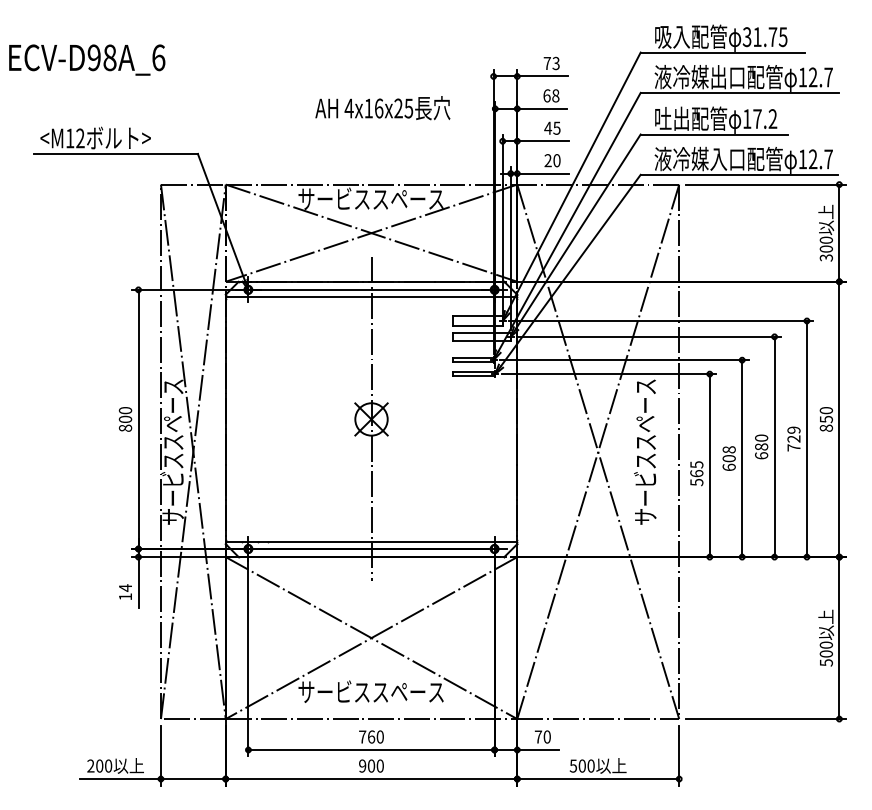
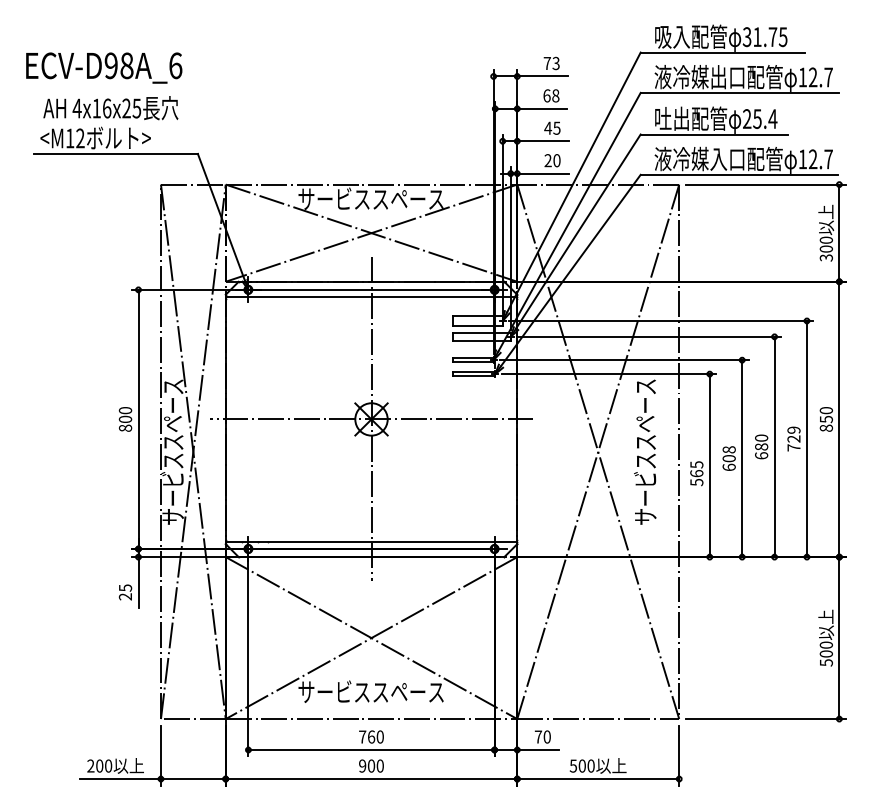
text at (87, 59) position: (87, 59) -> (104, 67)
text at (382, 108) position: (382, 108) -> (110, 108)
text at (760, 119): 17.2 -> 25.4
line at (371, 419): none -> present
text at (125, 592): 14 -> 25
